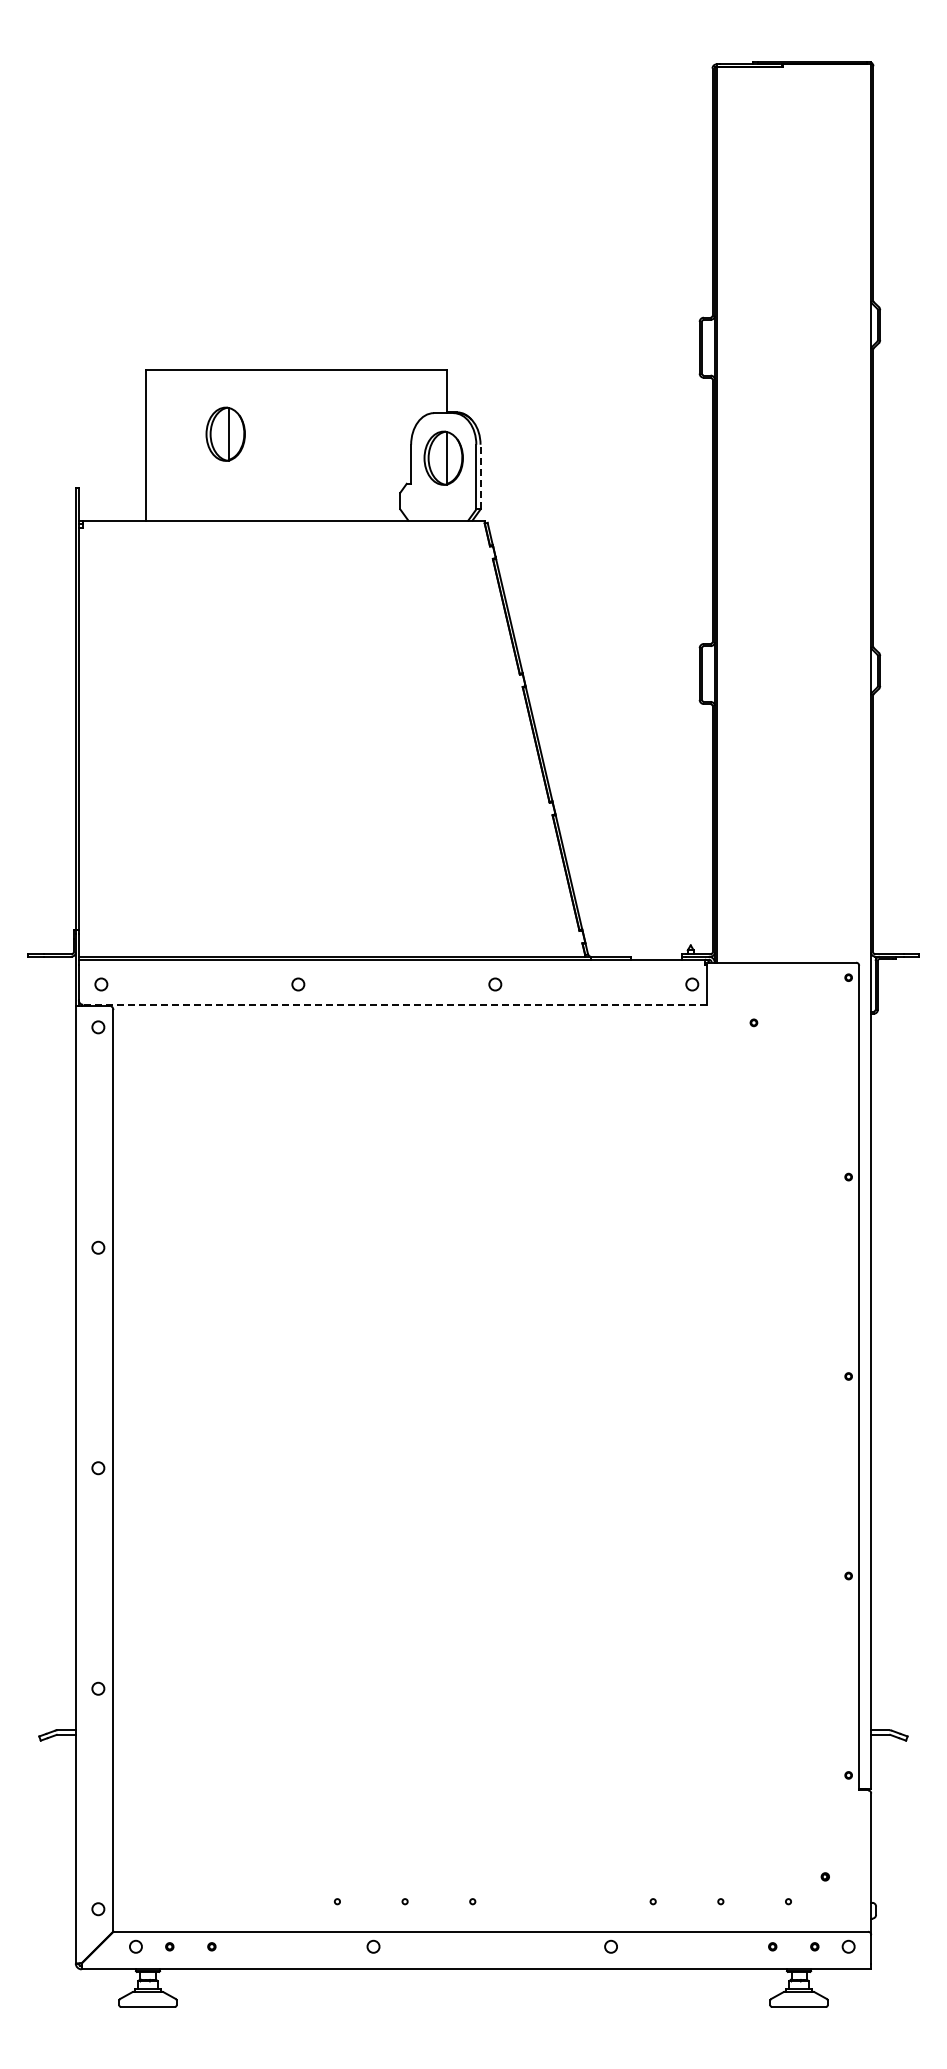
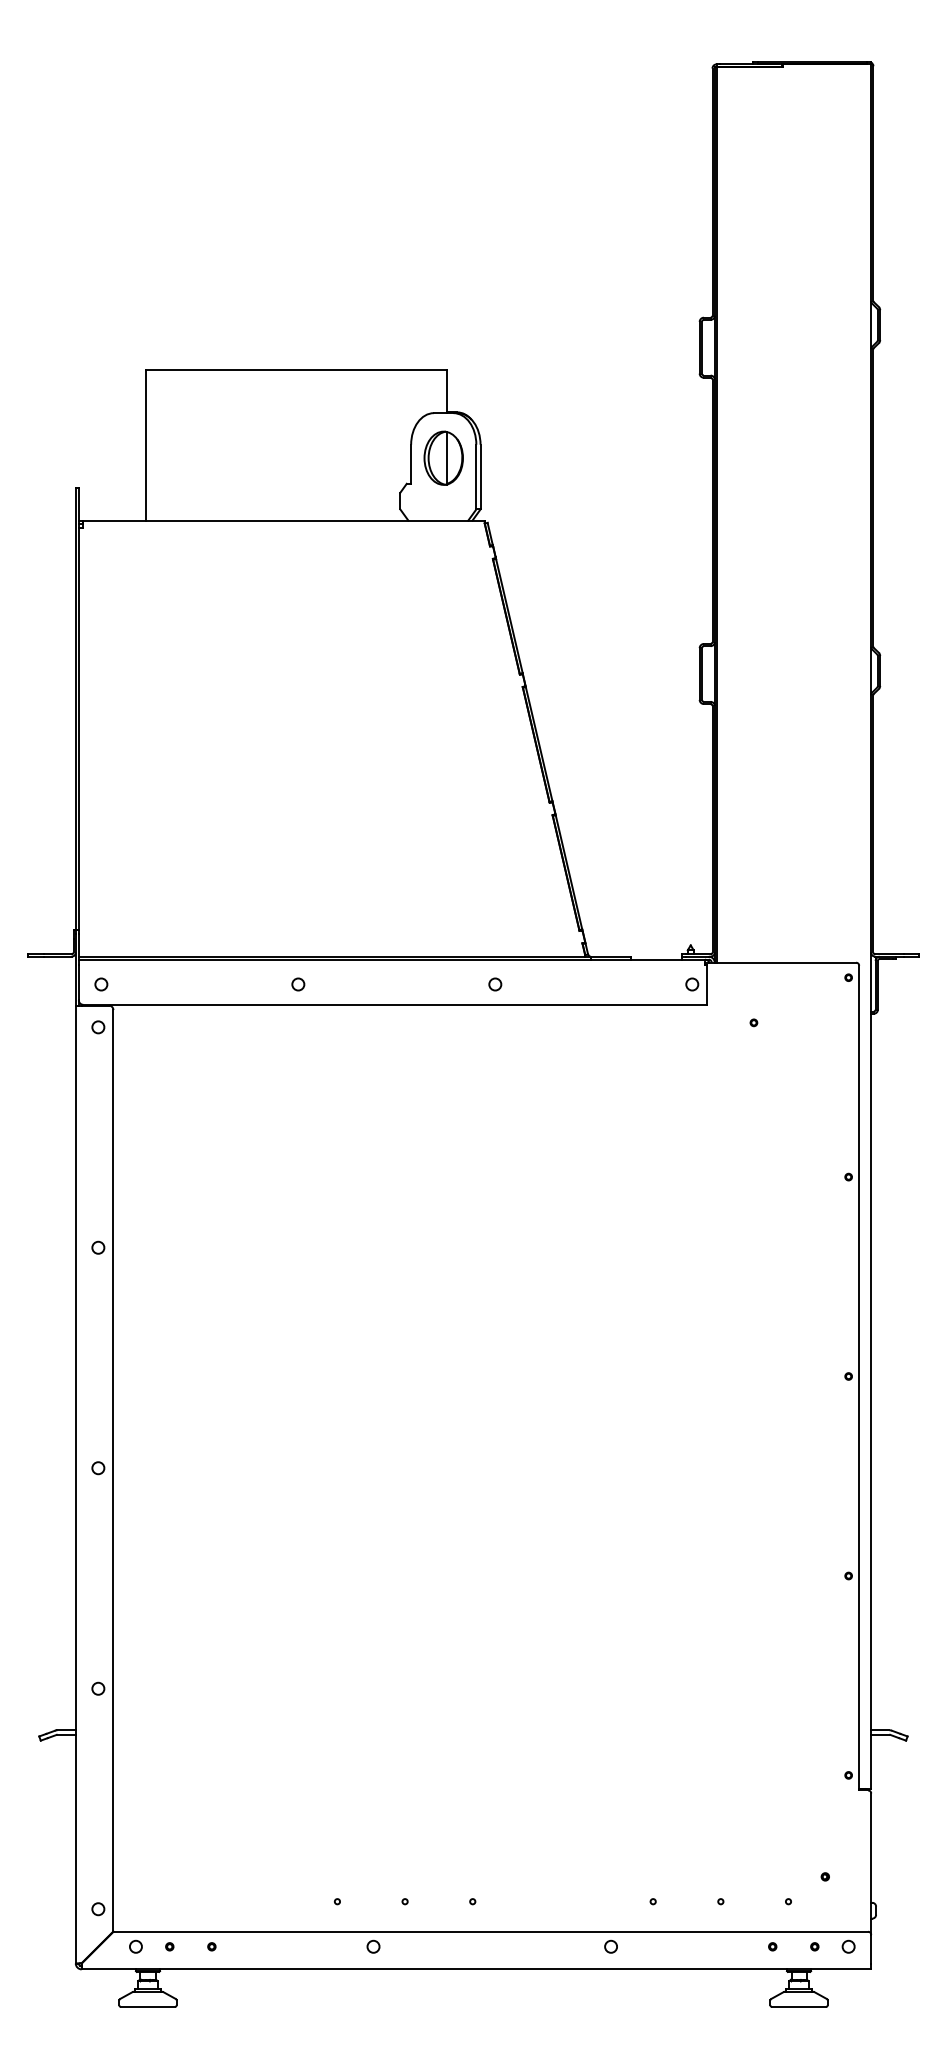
part at (225, 433): present -> none
line at (480, 476): dashed -> solid
line at (395, 1004): dashed -> solid
